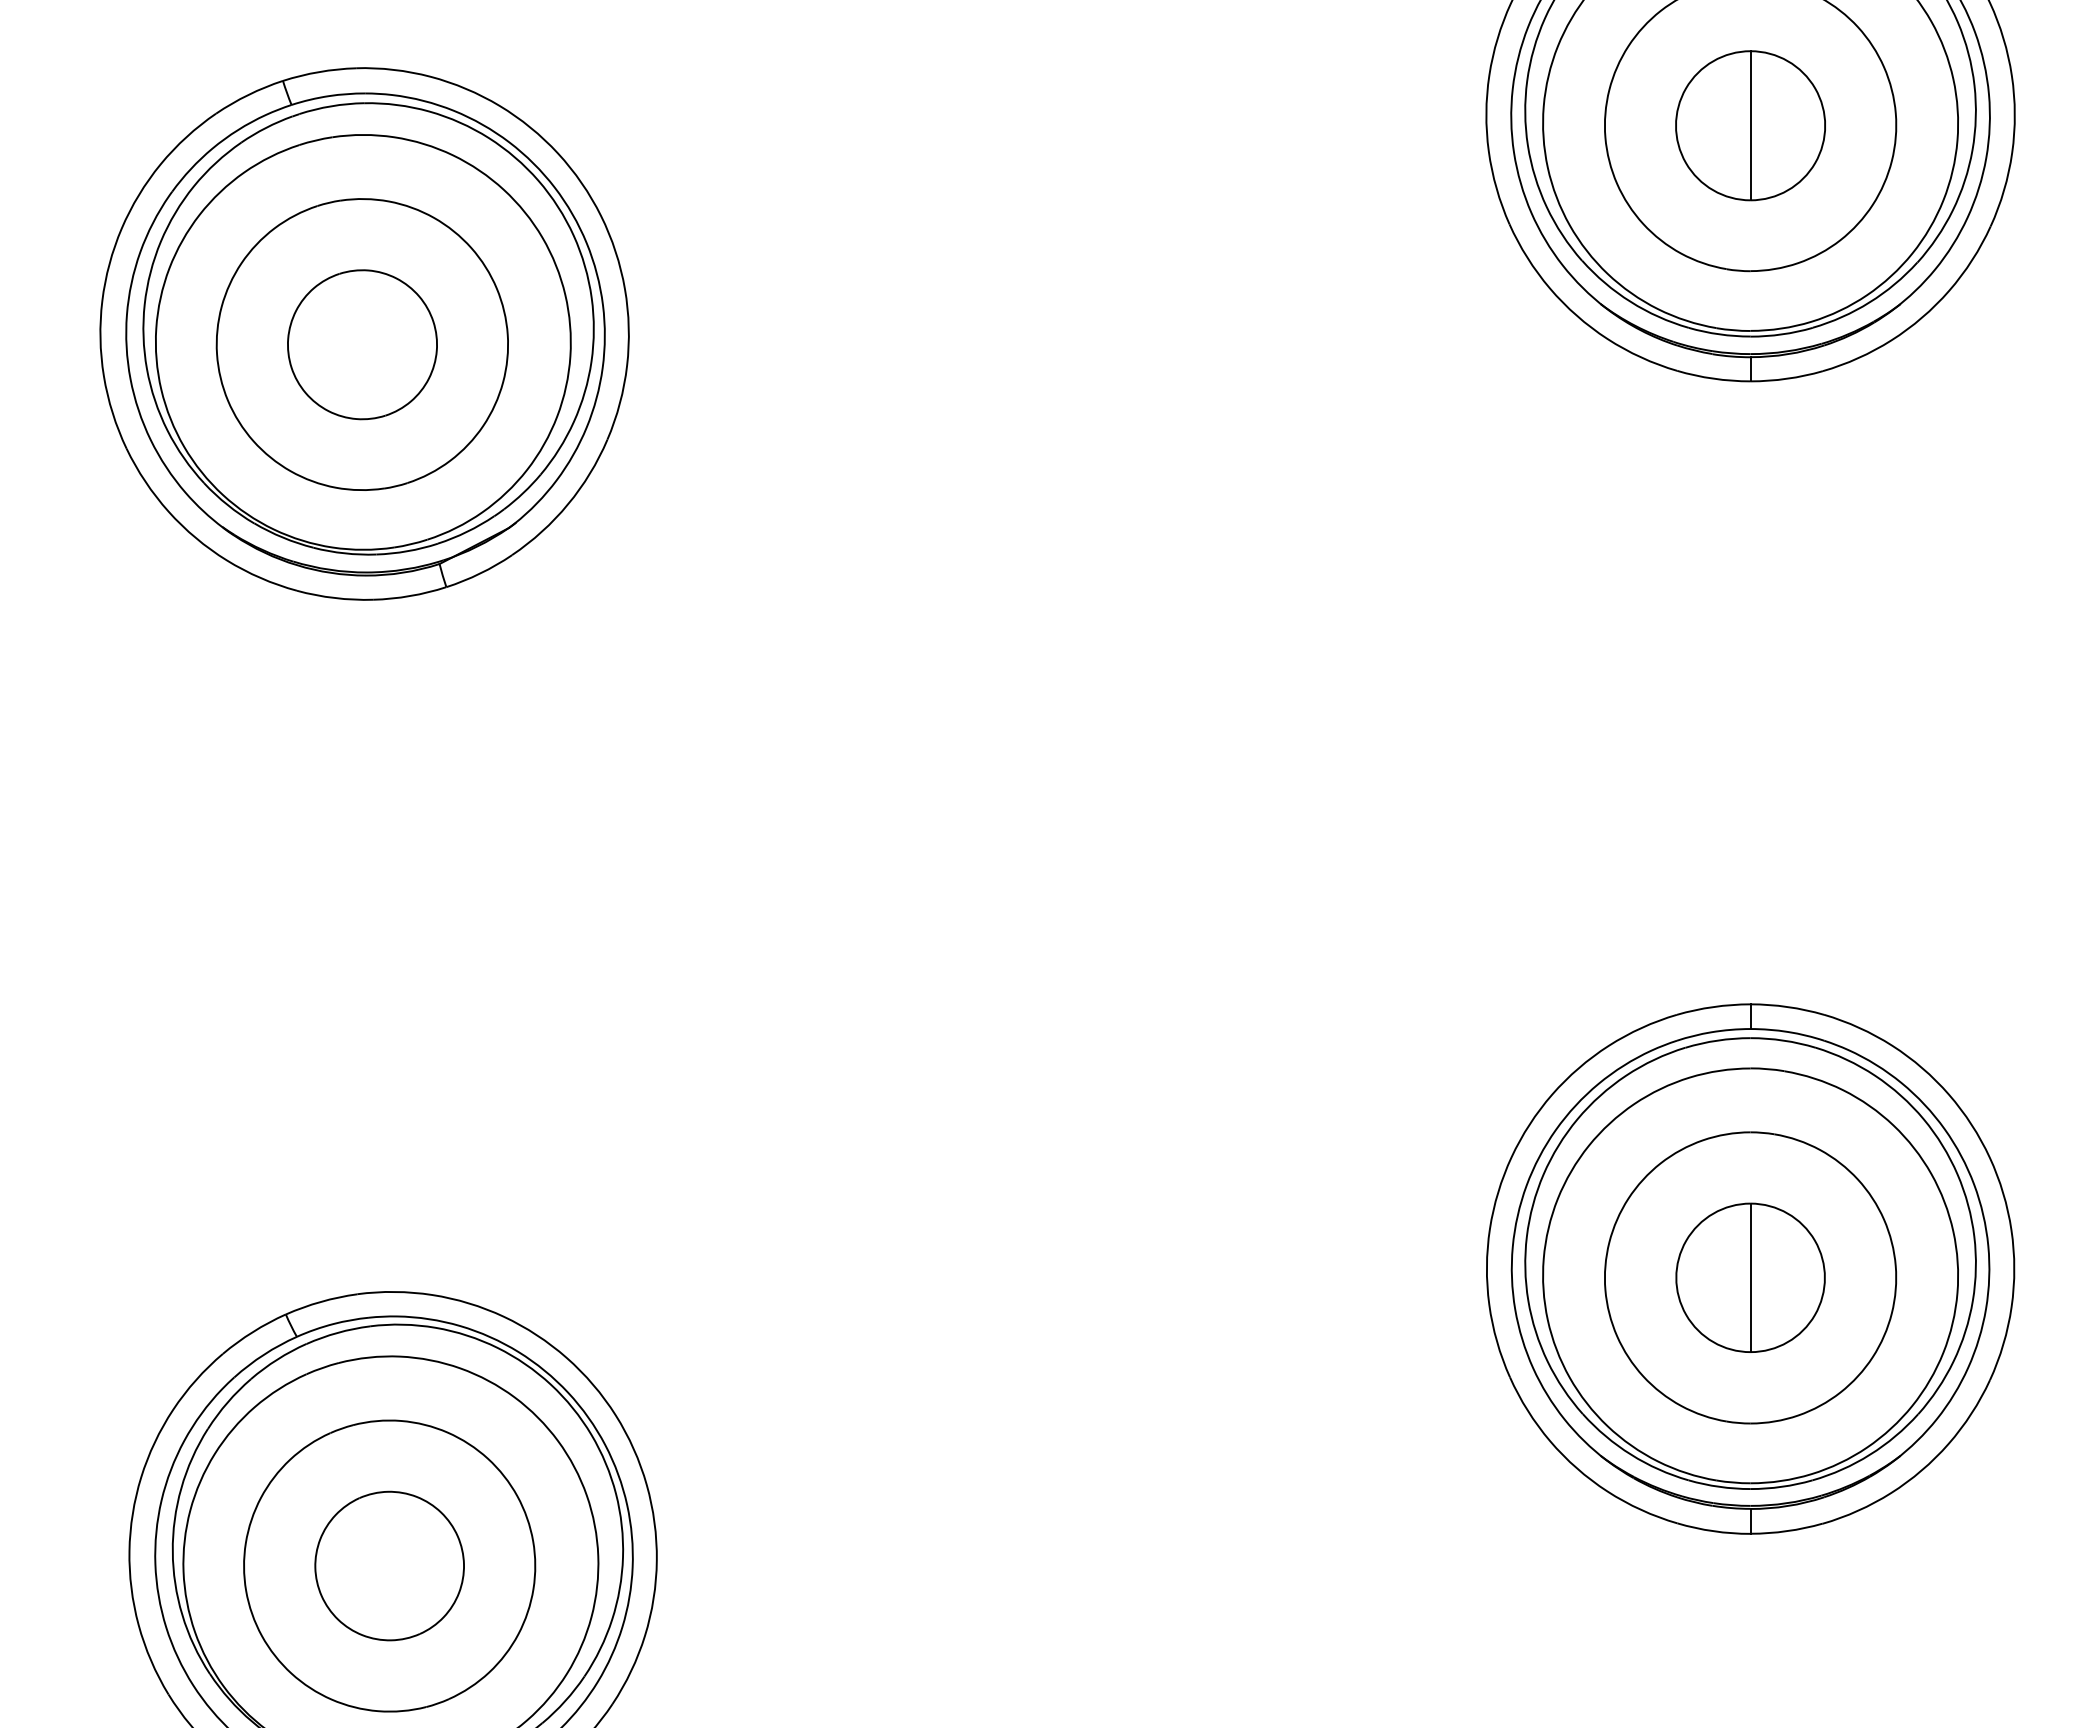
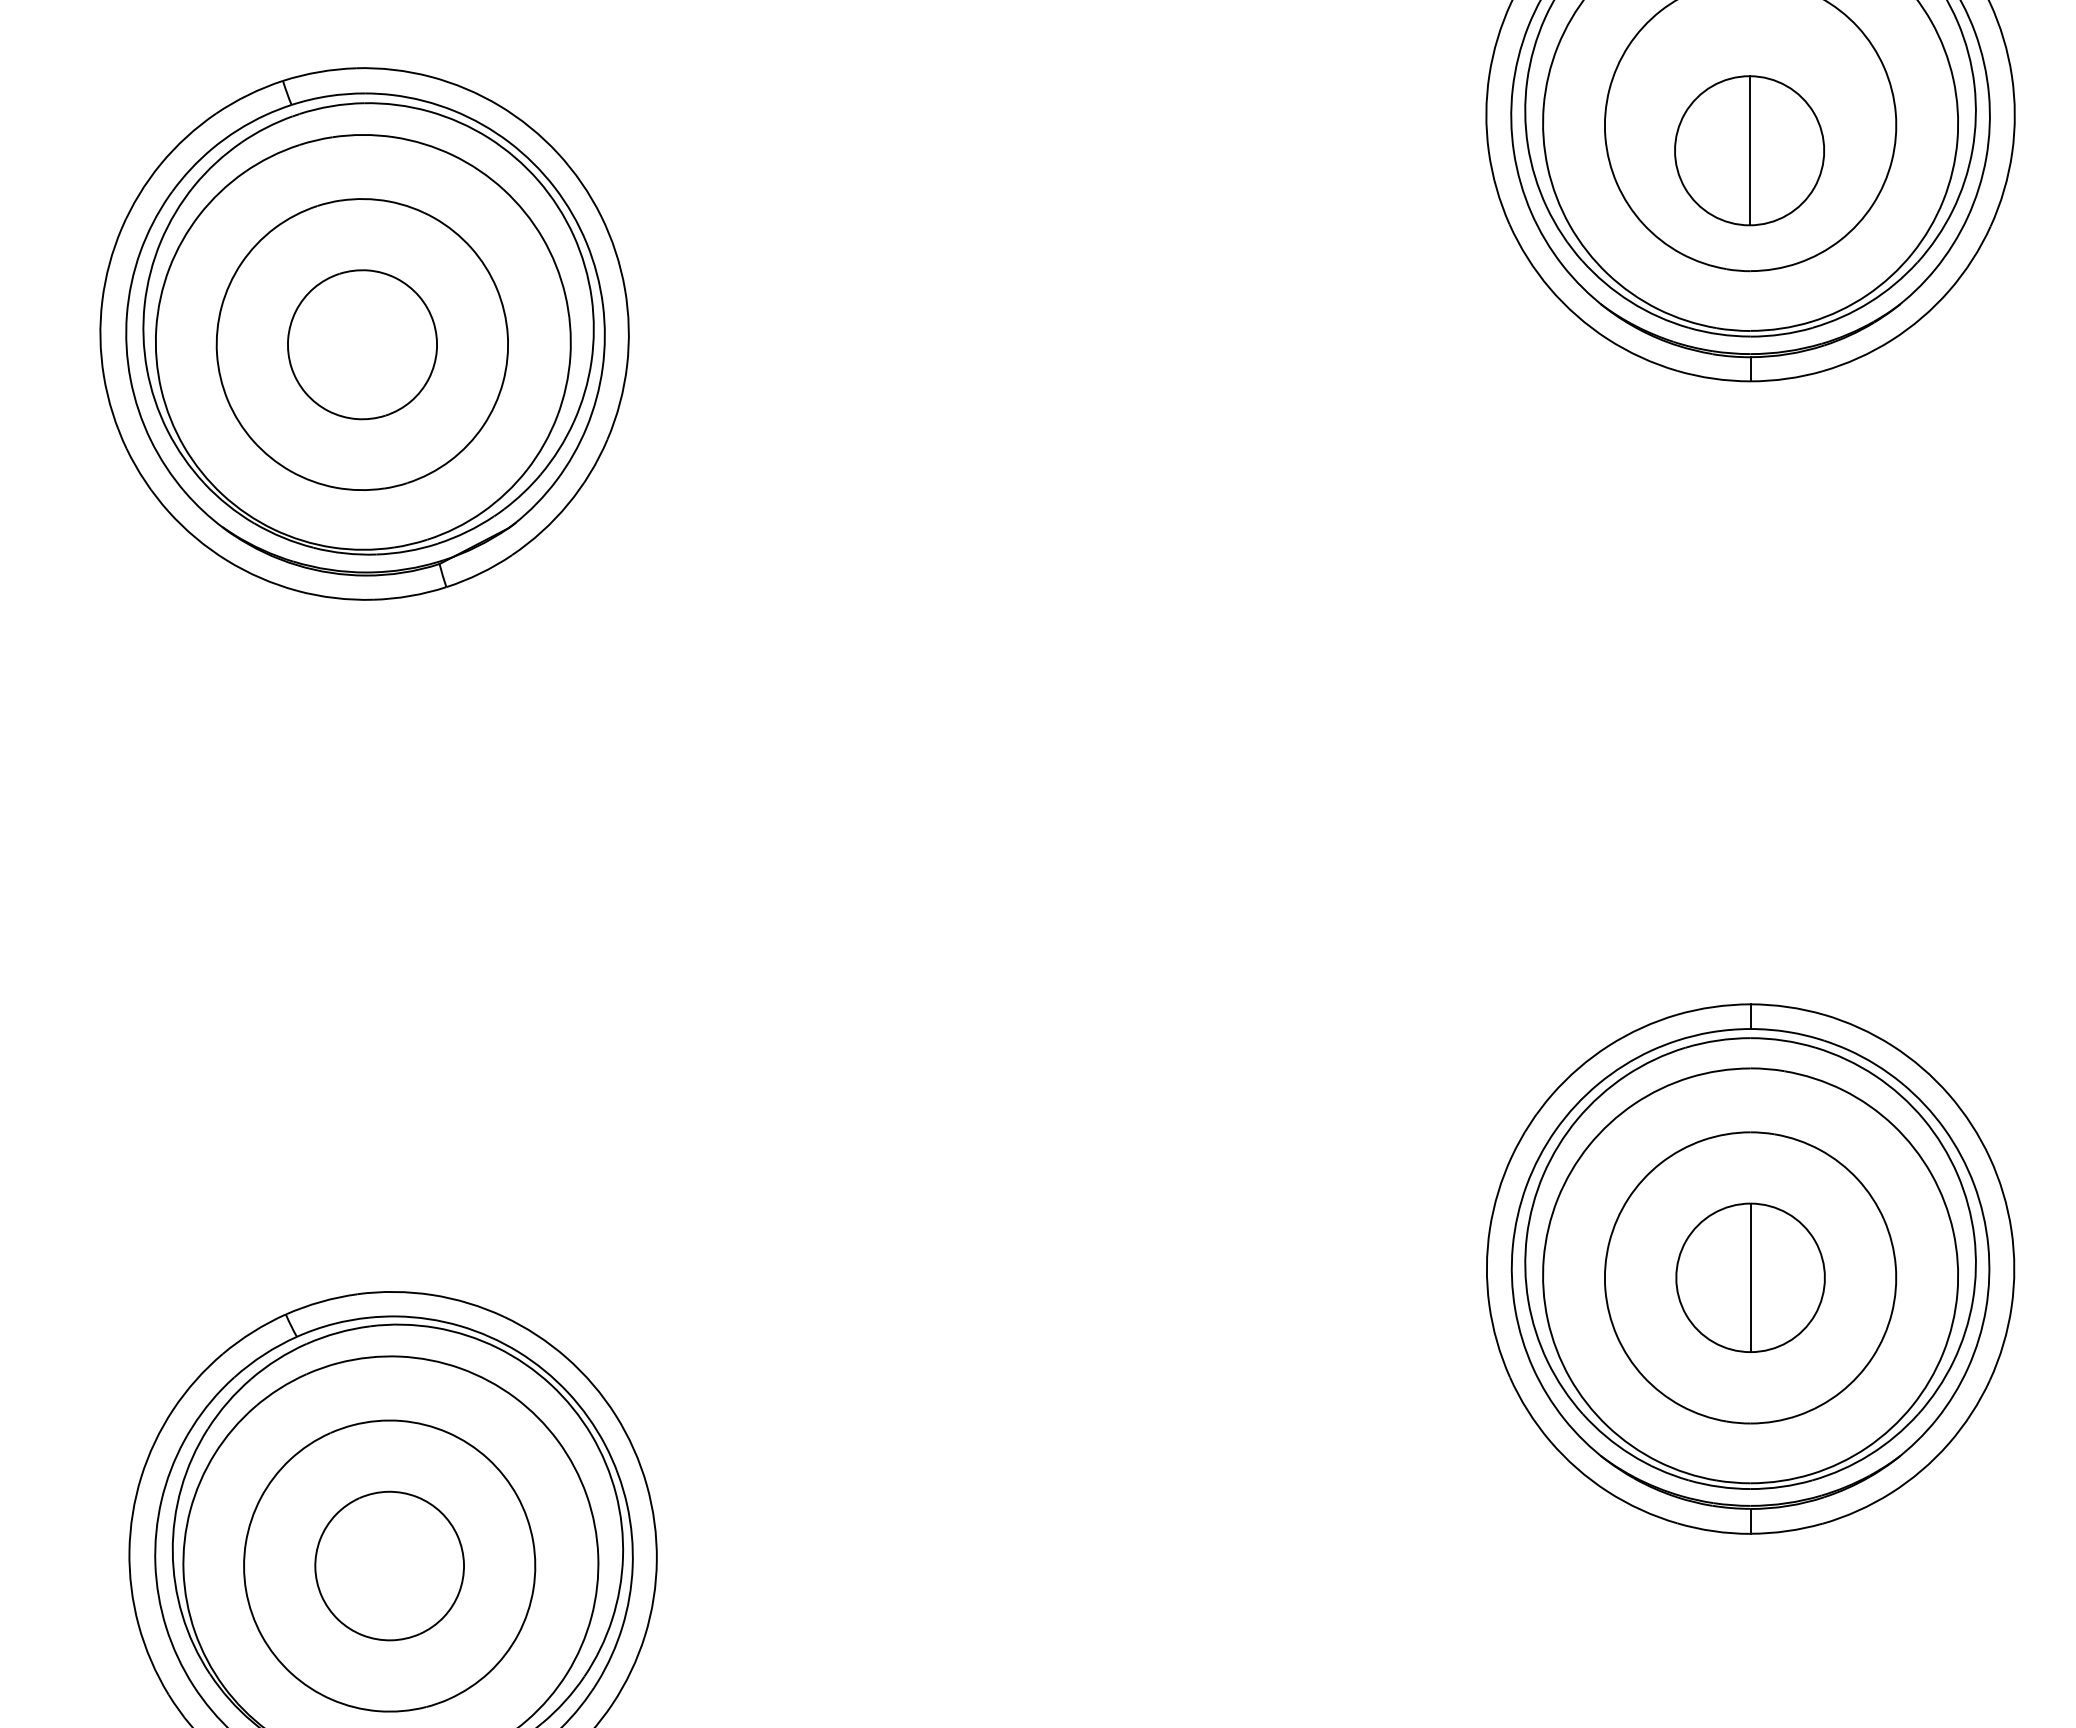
part at (1750, 125) position: (1750, 125) -> (1749, 150)
